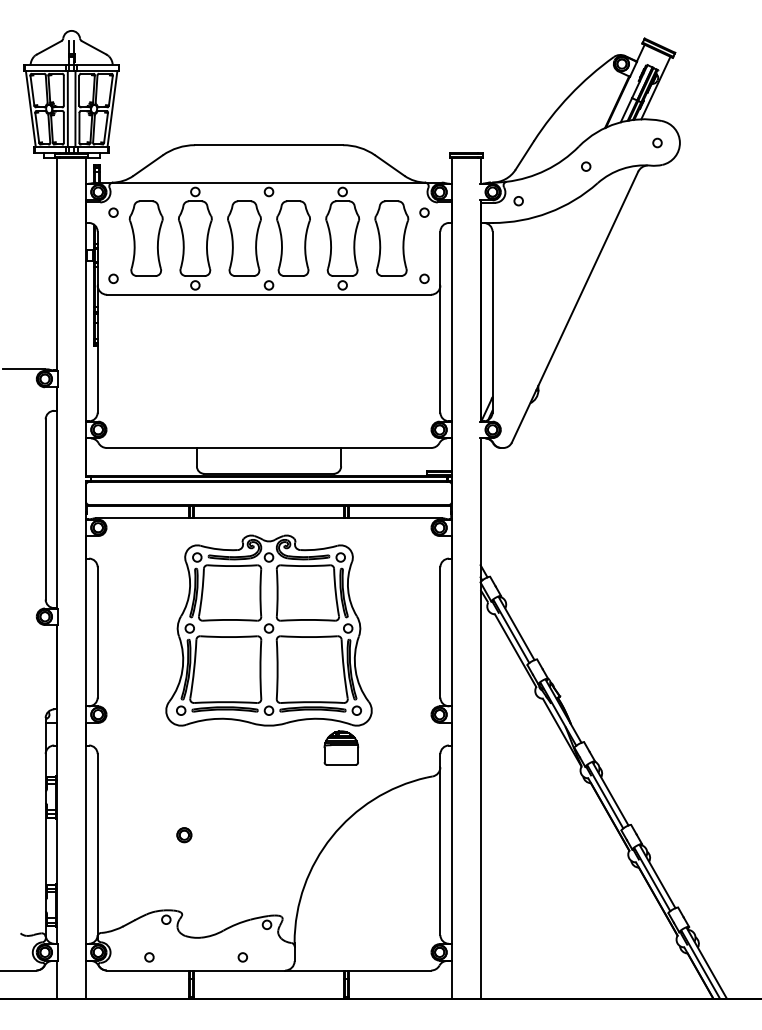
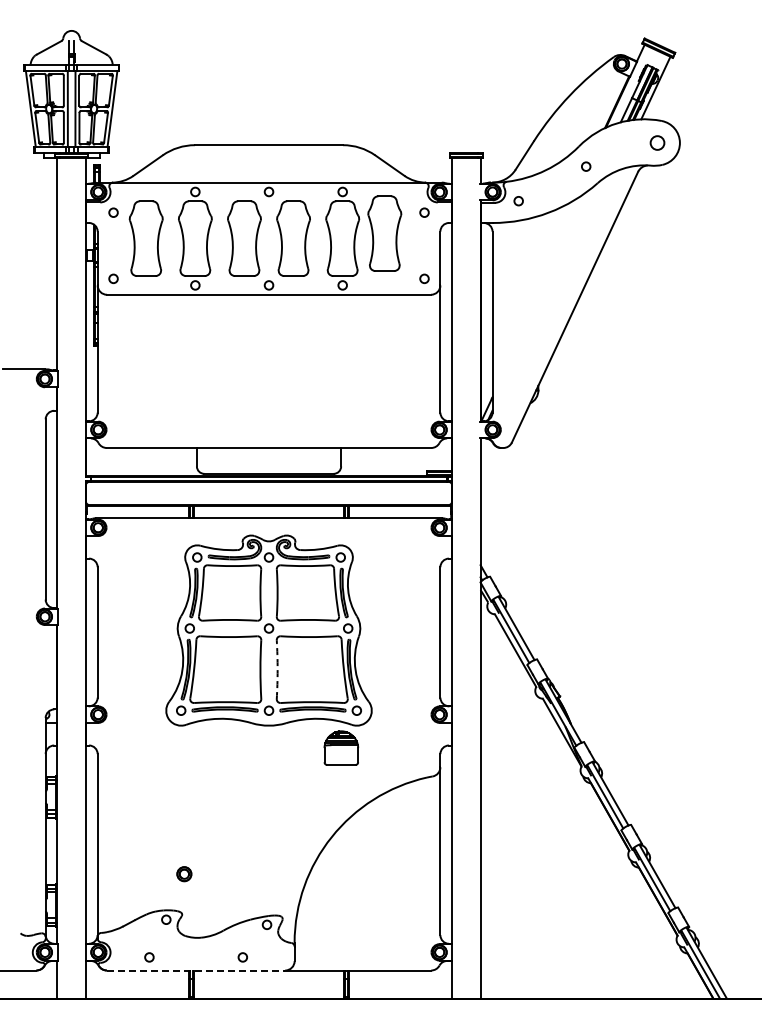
circle at (657, 142) size: 11x12 px -> 17x16 px
part at (391, 238) position: (391, 238) -> (384, 233)
arc at (277, 669): solid -> dashed
part at (184, 835) position: (184, 835) -> (184, 874)
line at (196, 970): solid -> dashed
